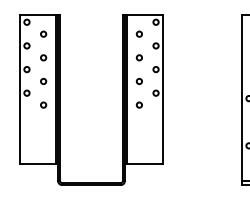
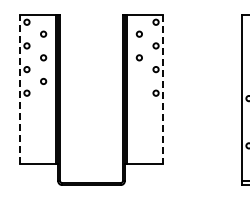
circle at (138, 81): present -> none
line at (19, 89): solid -> dashed
line at (163, 90): solid -> dashed
circle at (43, 104): present -> none
circle at (138, 104): present -> none
